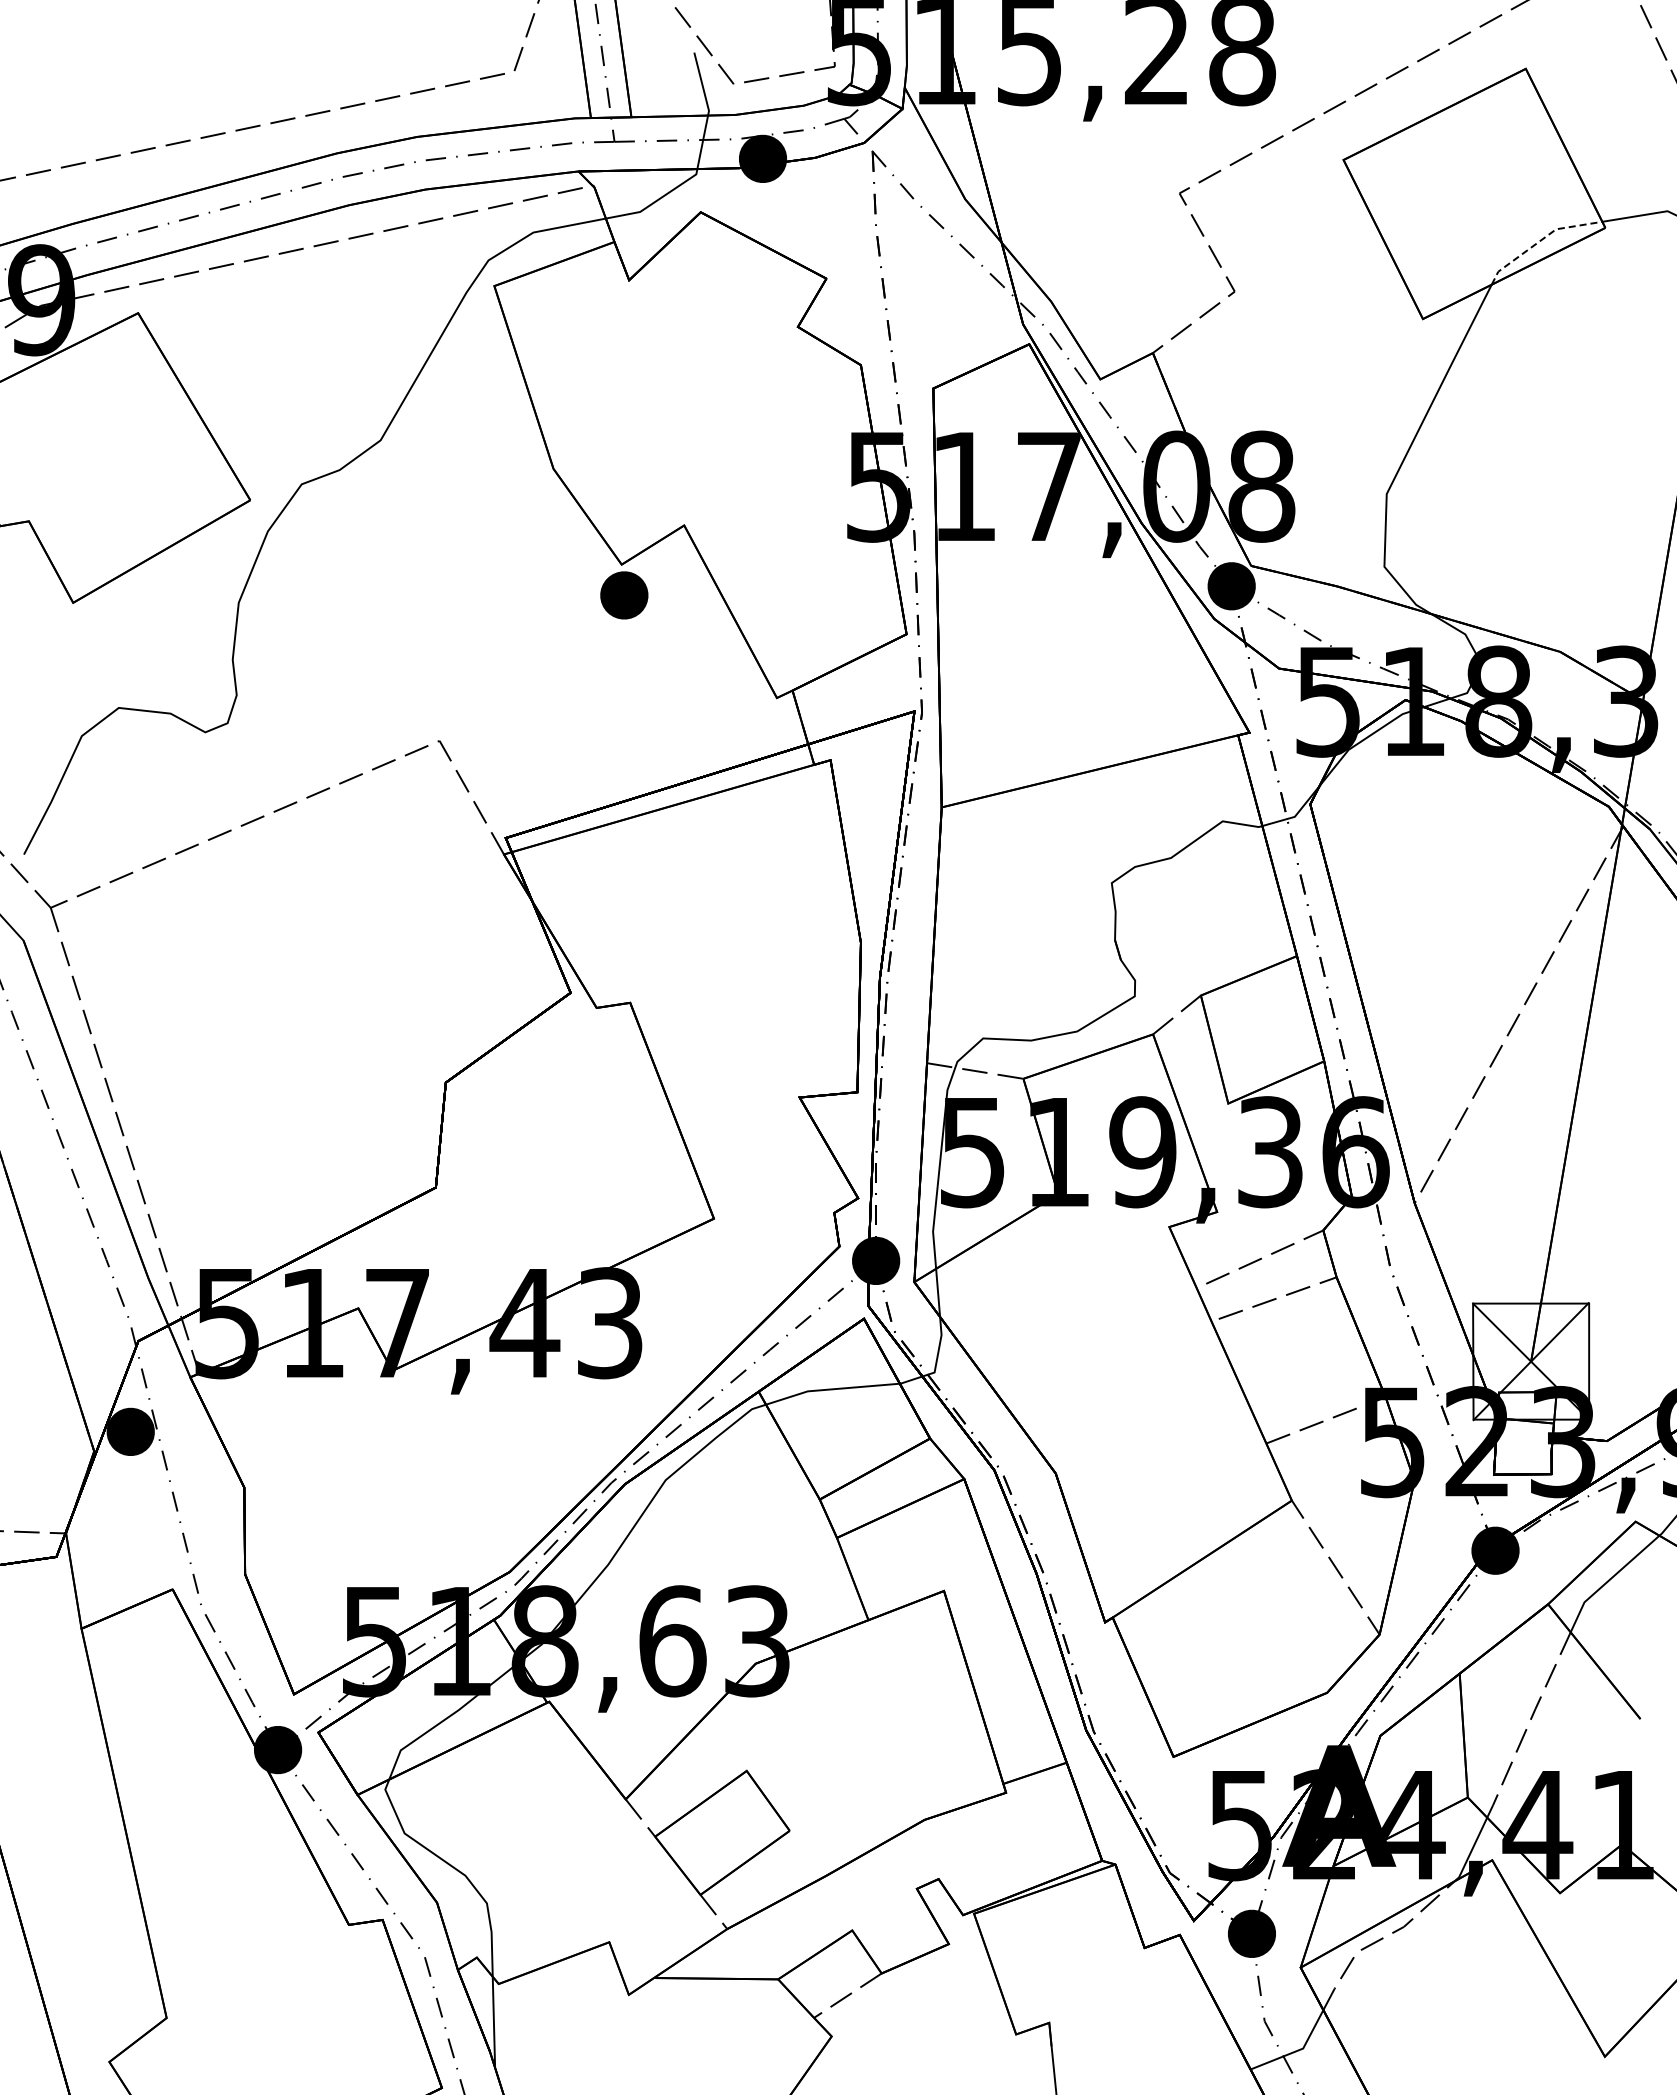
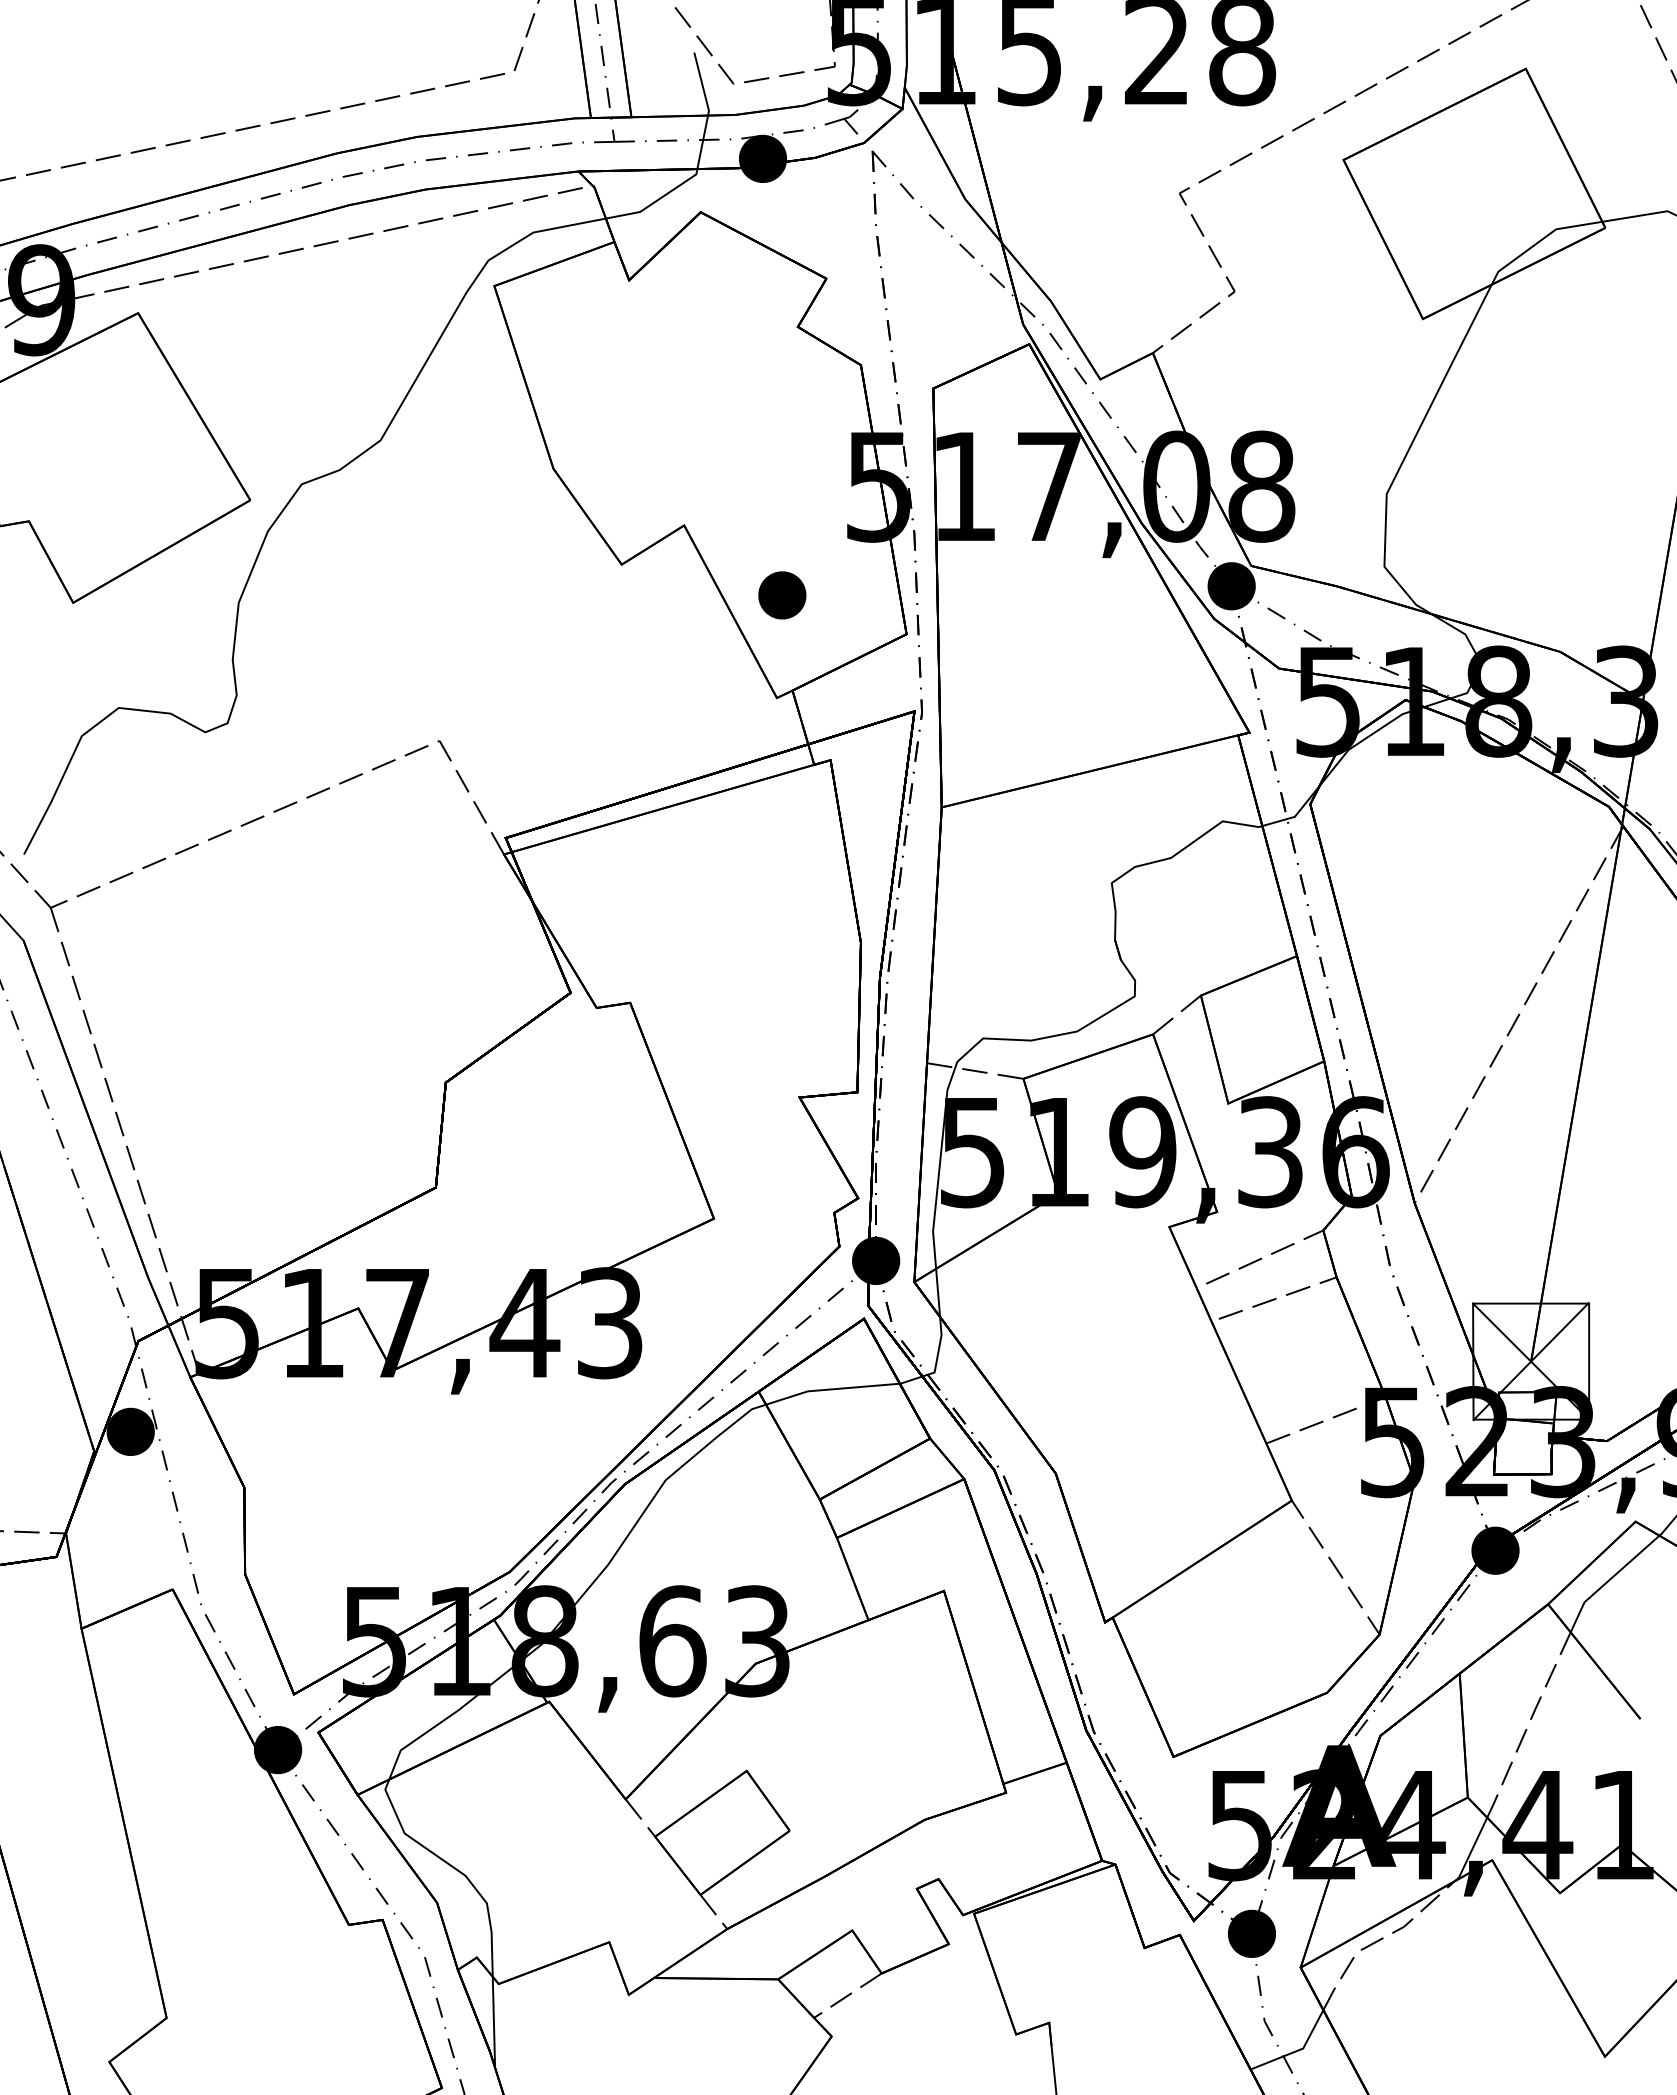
line at (1540, 241): dashed -> solid
part at (624, 595) position: (624, 595) -> (782, 595)
